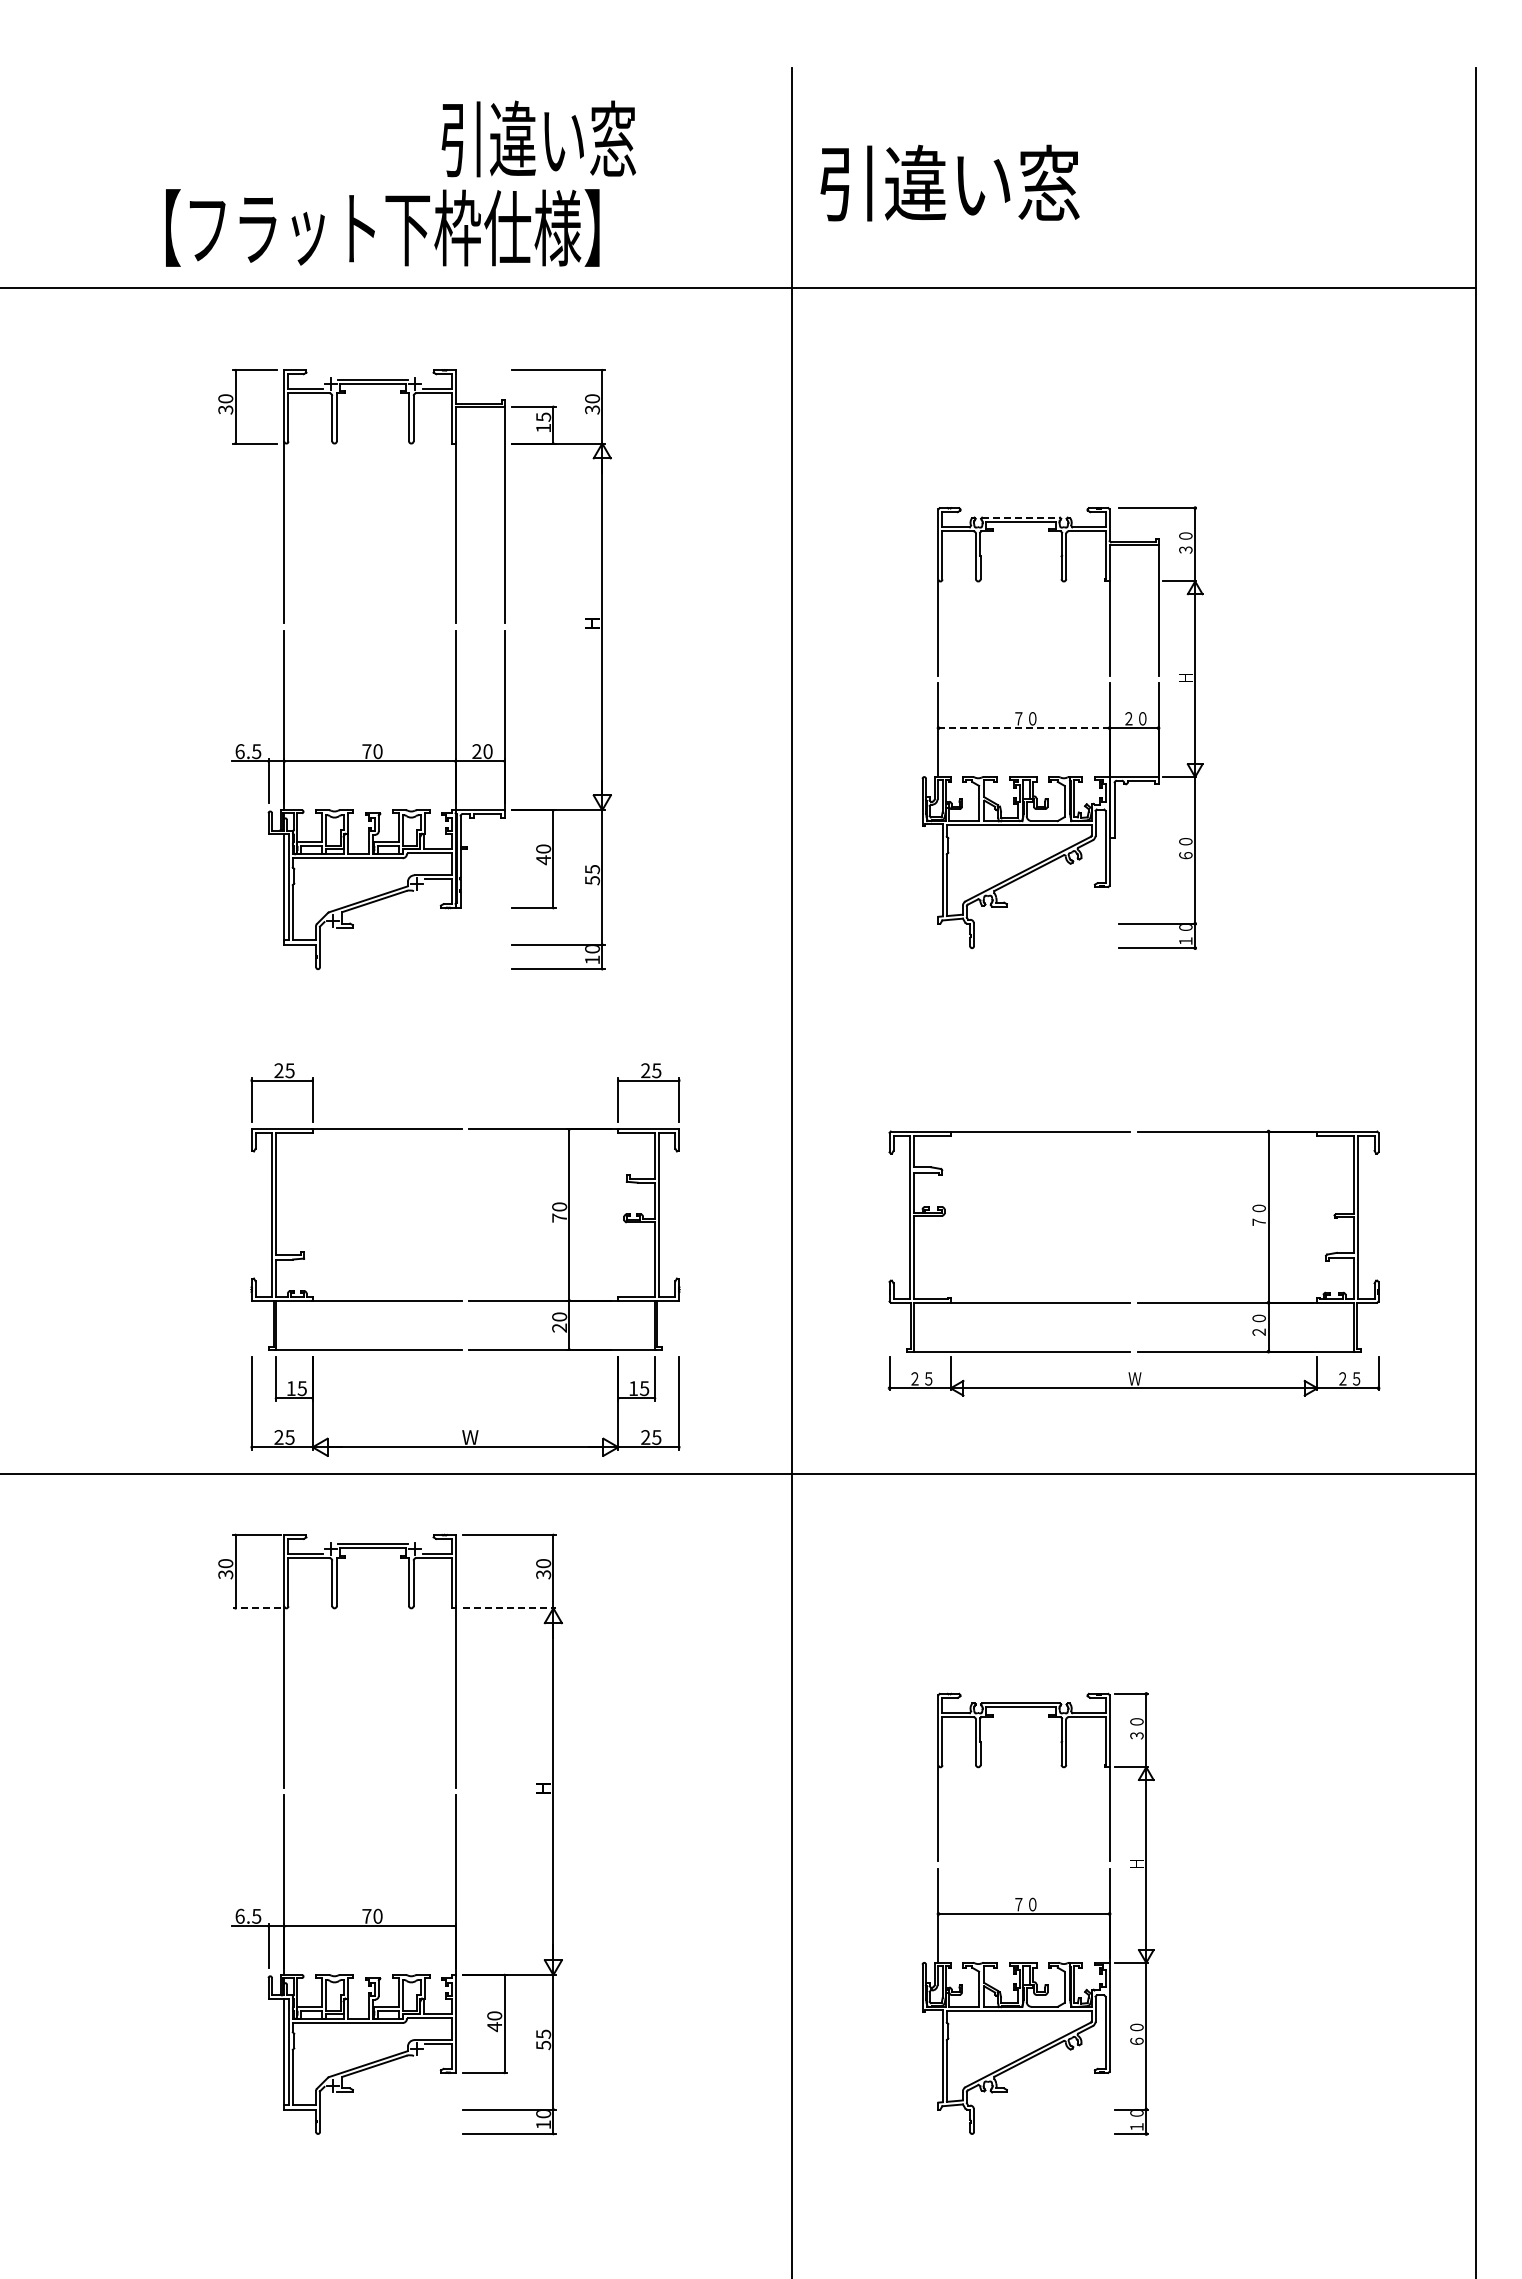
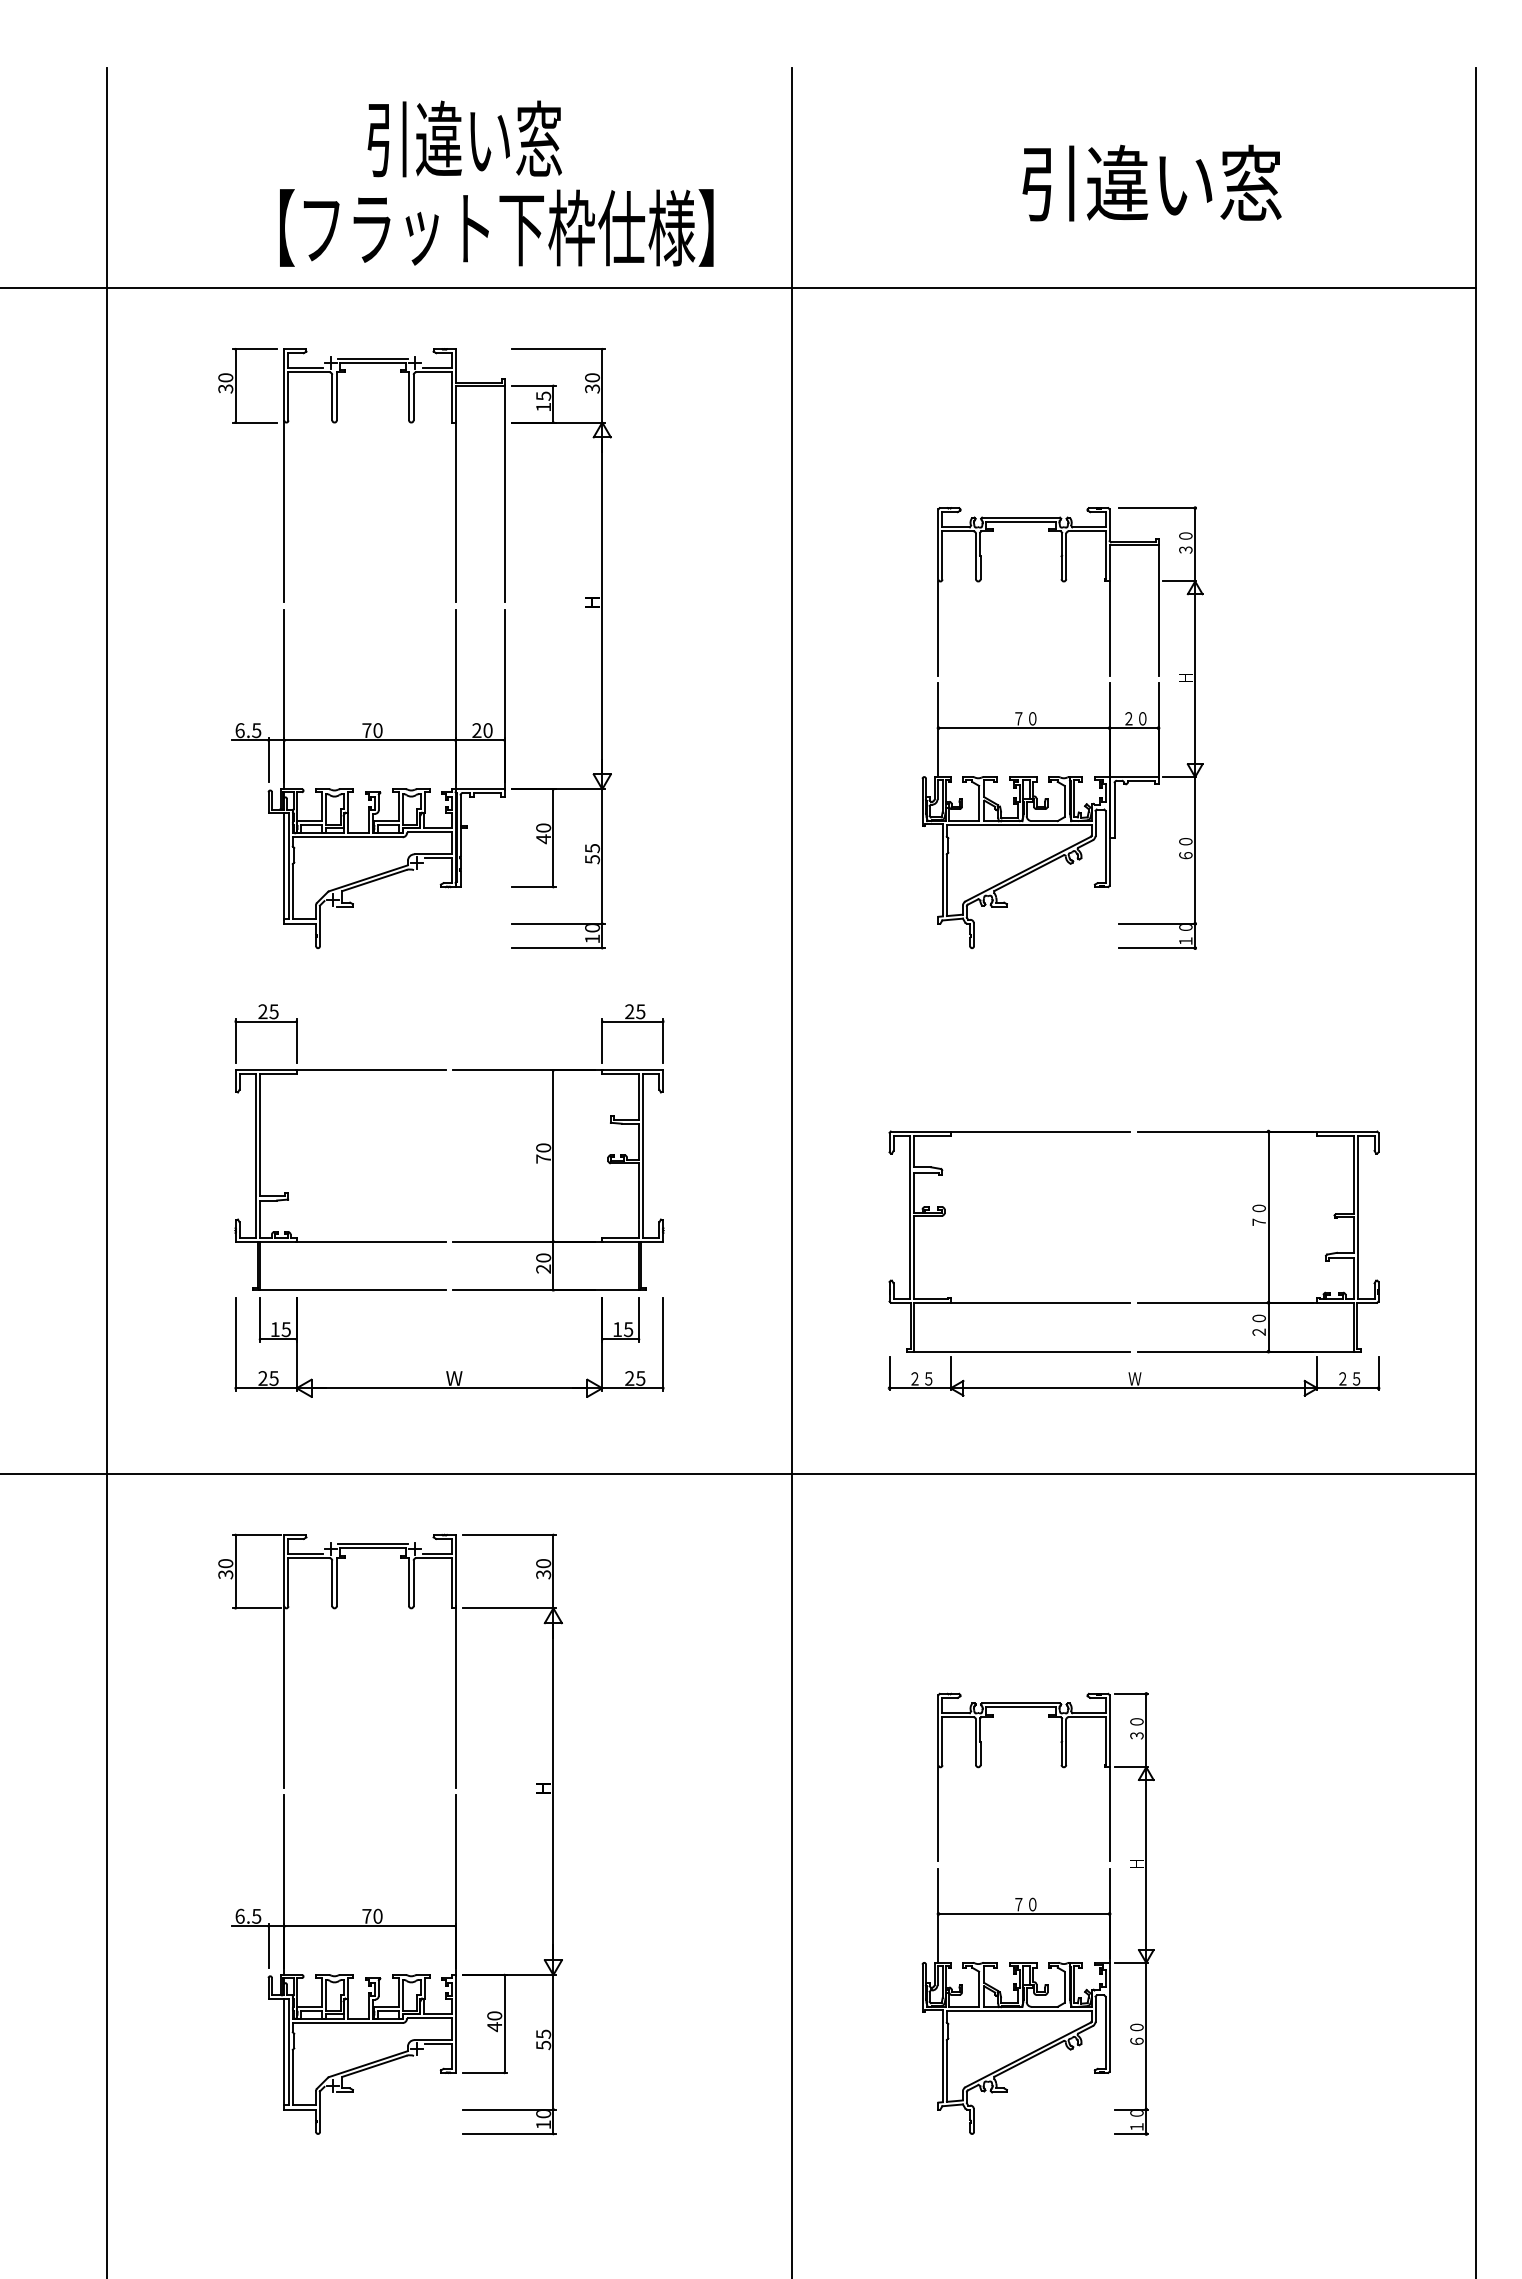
text at (538, 138) position: (538, 138) -> (464, 138)
text at (949, 182) position: (949, 182) -> (1151, 182)
text at (382, 227) position: (382, 227) -> (496, 227)
line at (1021, 517): dashed -> solid
part at (455, 669) position: (455, 669) -> (455, 648)
line at (1024, 728): dashed -> solid
line at (107, 1171): none -> present
part at (462, 1300) position: (462, 1300) -> (446, 1241)
line at (257, 1608): dashed -> solid
line at (509, 1608): dashed -> solid
